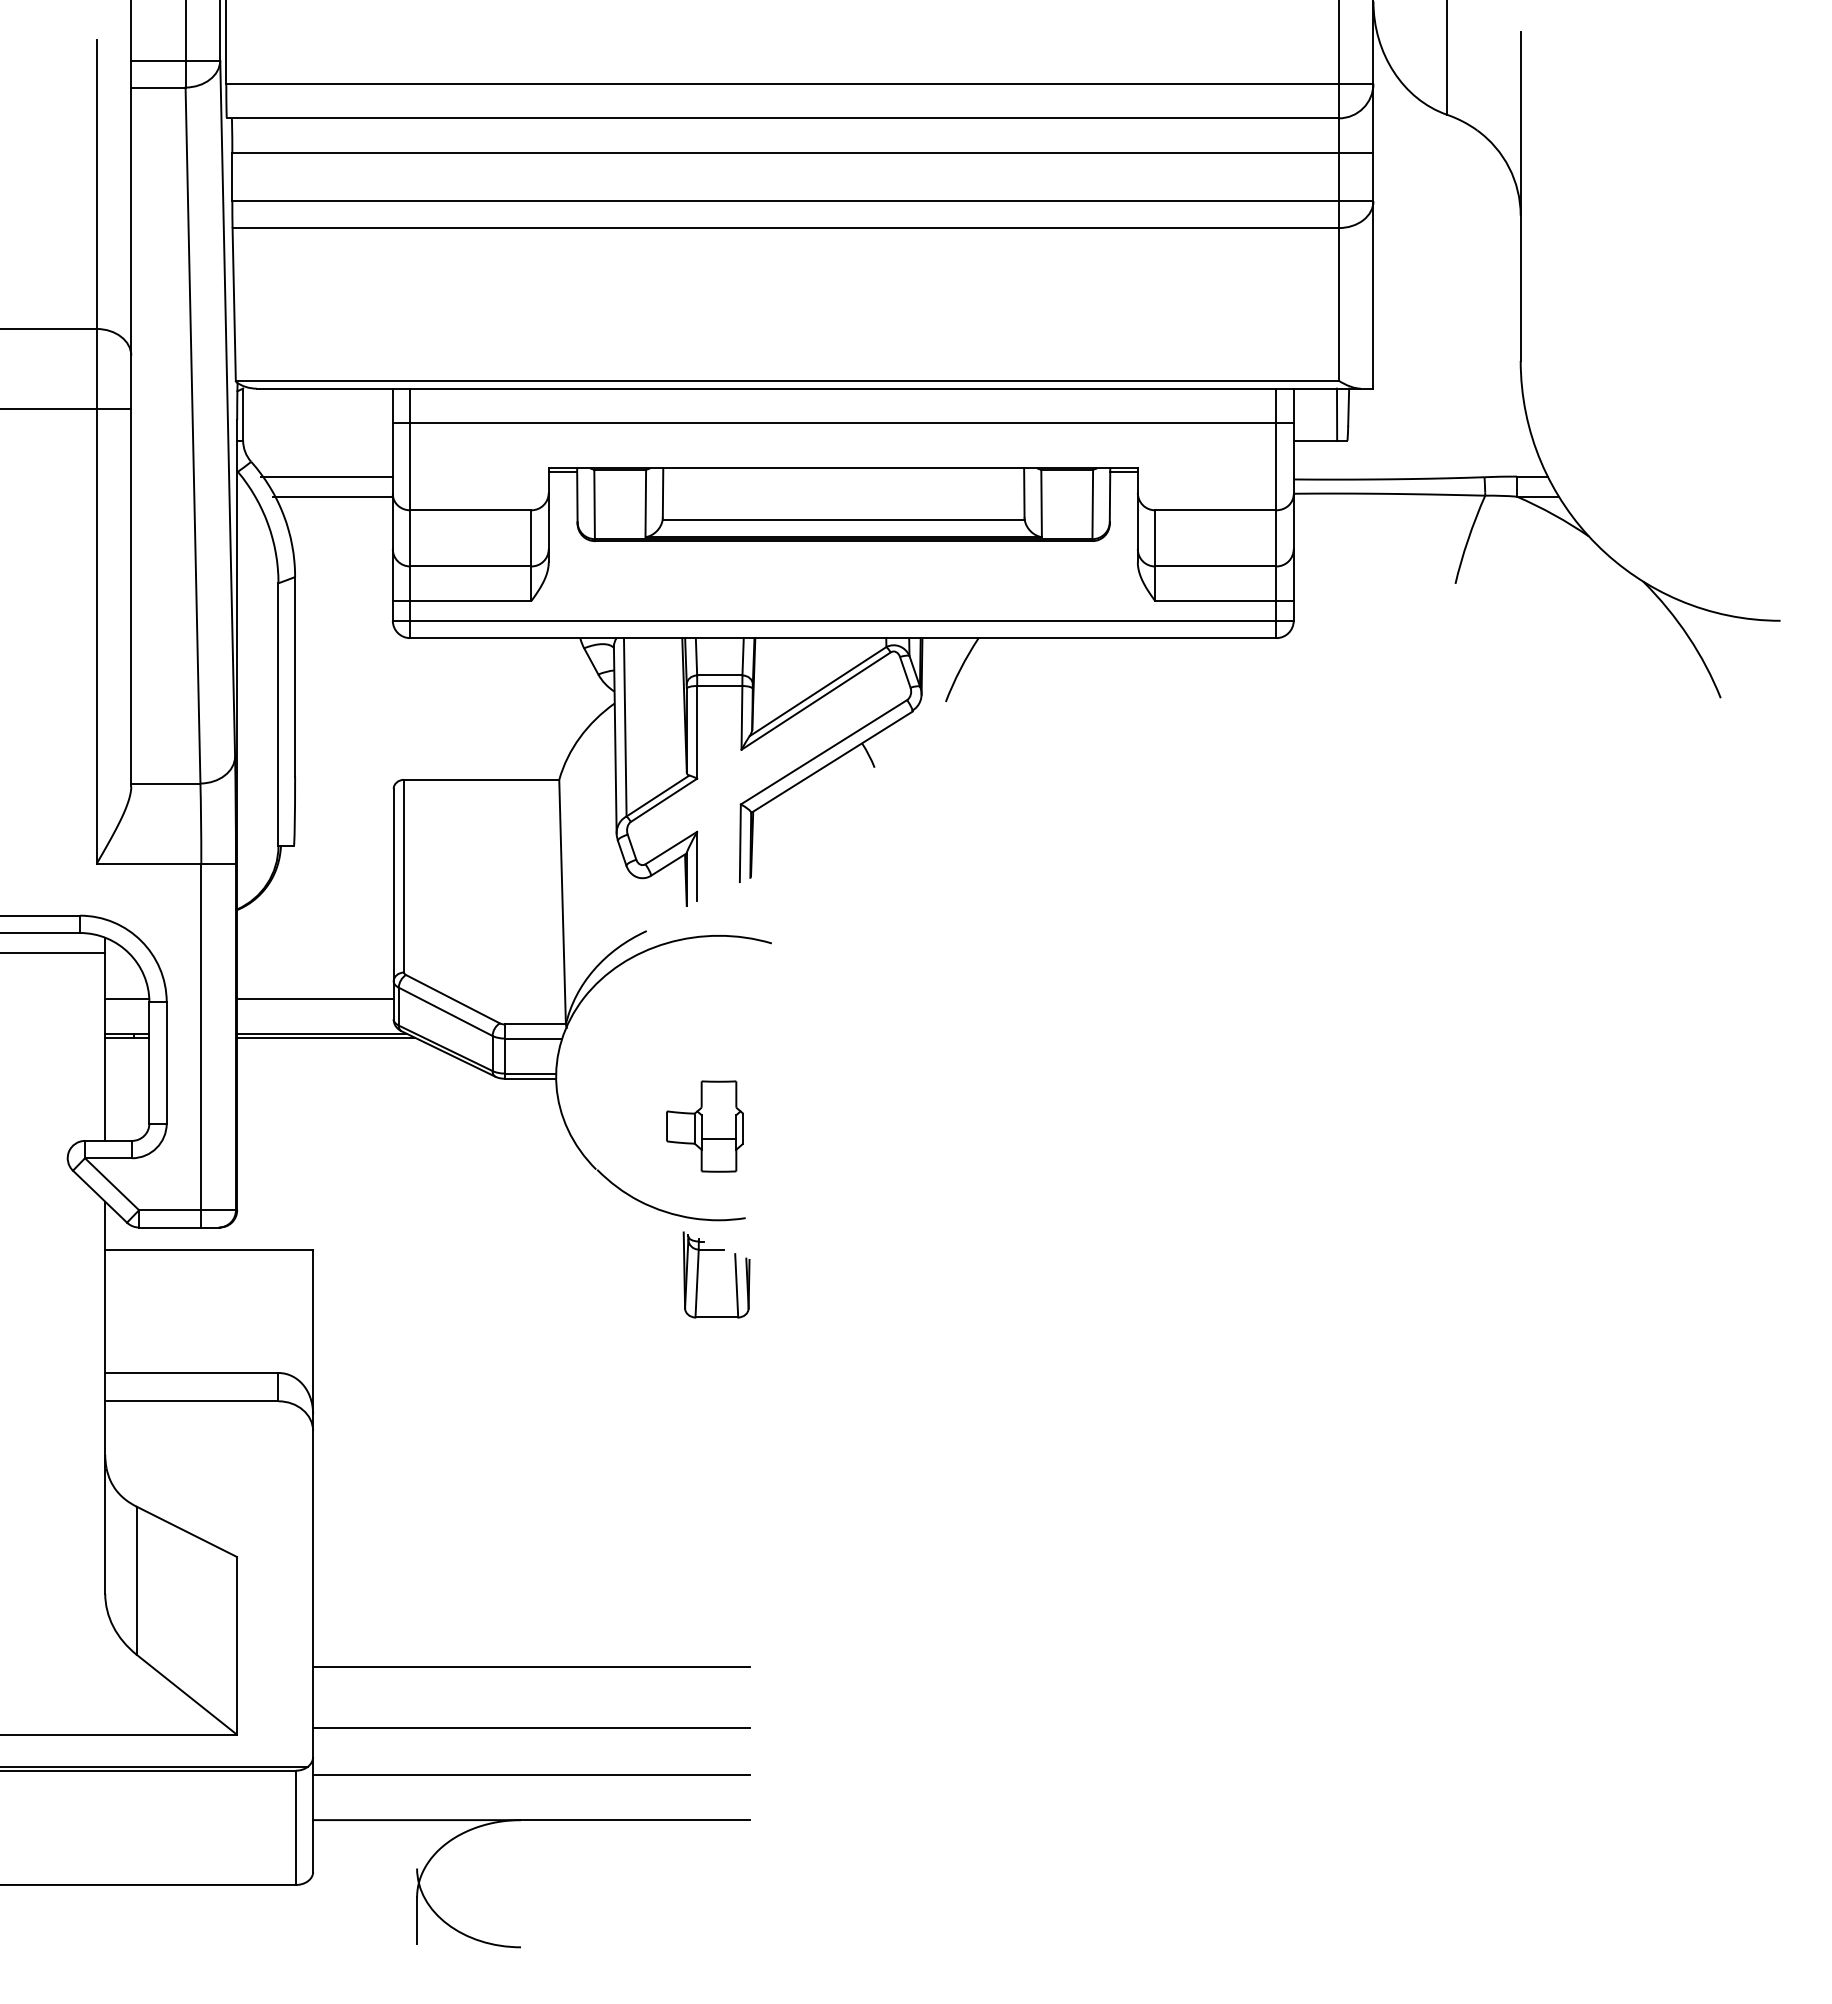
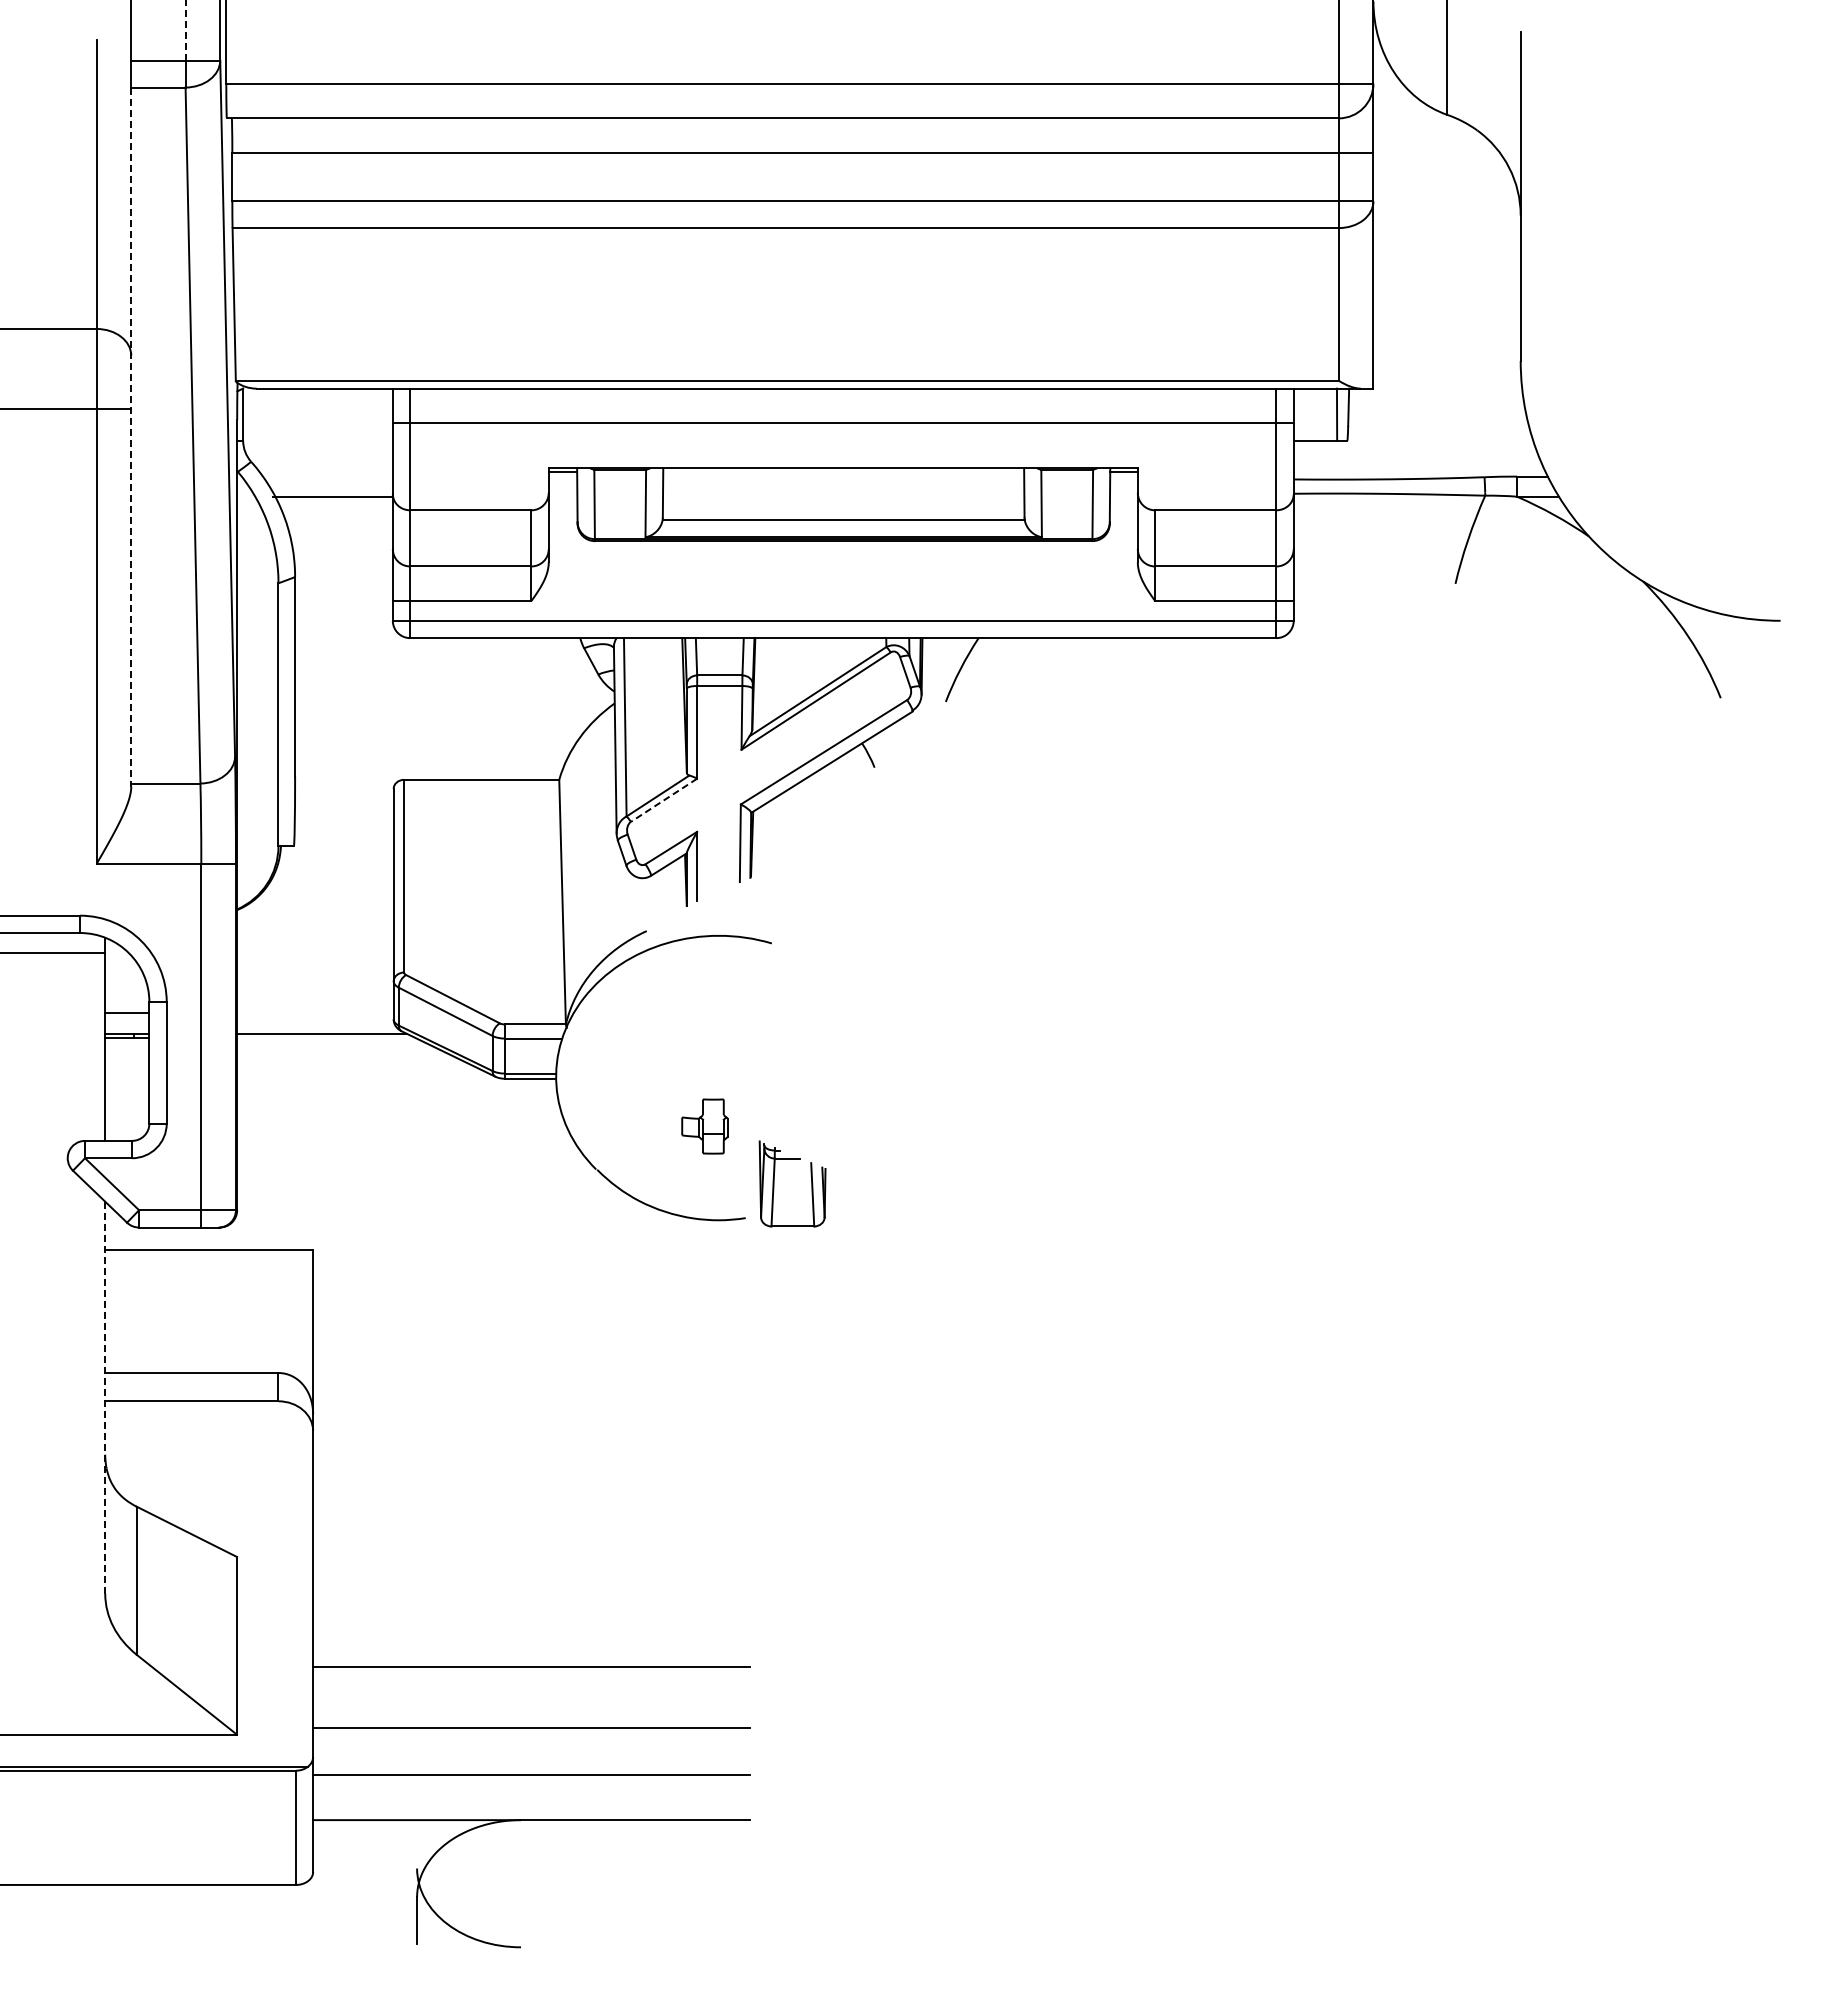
line at (185, 30): solid -> dashed
line at (131, 435): solid -> dashed
line at (326, 476): present -> none
line at (664, 800): solid -> dashed
line at (127, 999) position: (127, 999) -> (127, 1013)
line at (315, 999): present -> none
line at (325, 1037): present -> none
part at (704, 1126) size: 78x93 px -> 48x57 px
part at (698, 1274) position: (698, 1274) -> (774, 1183)
line at (105, 1397): solid -> dashed
